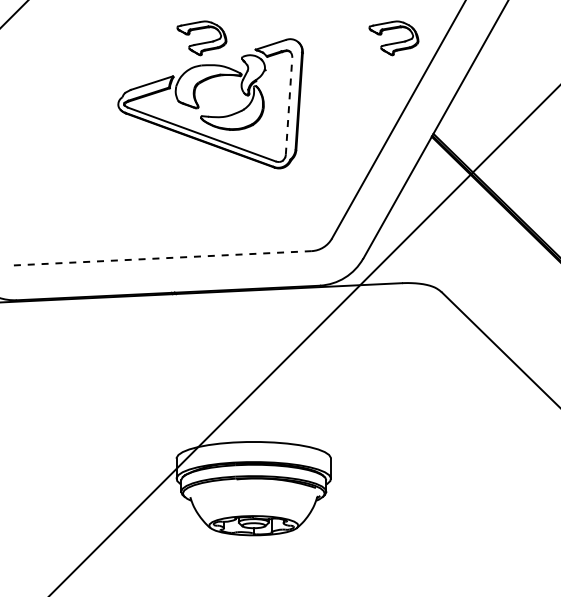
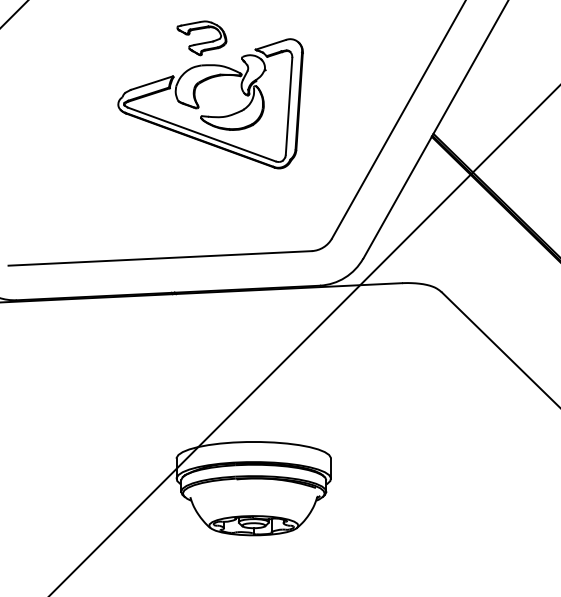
part at (393, 38): present -> none
line at (289, 106): dashed -> solid
line at (160, 258): dashed -> solid
